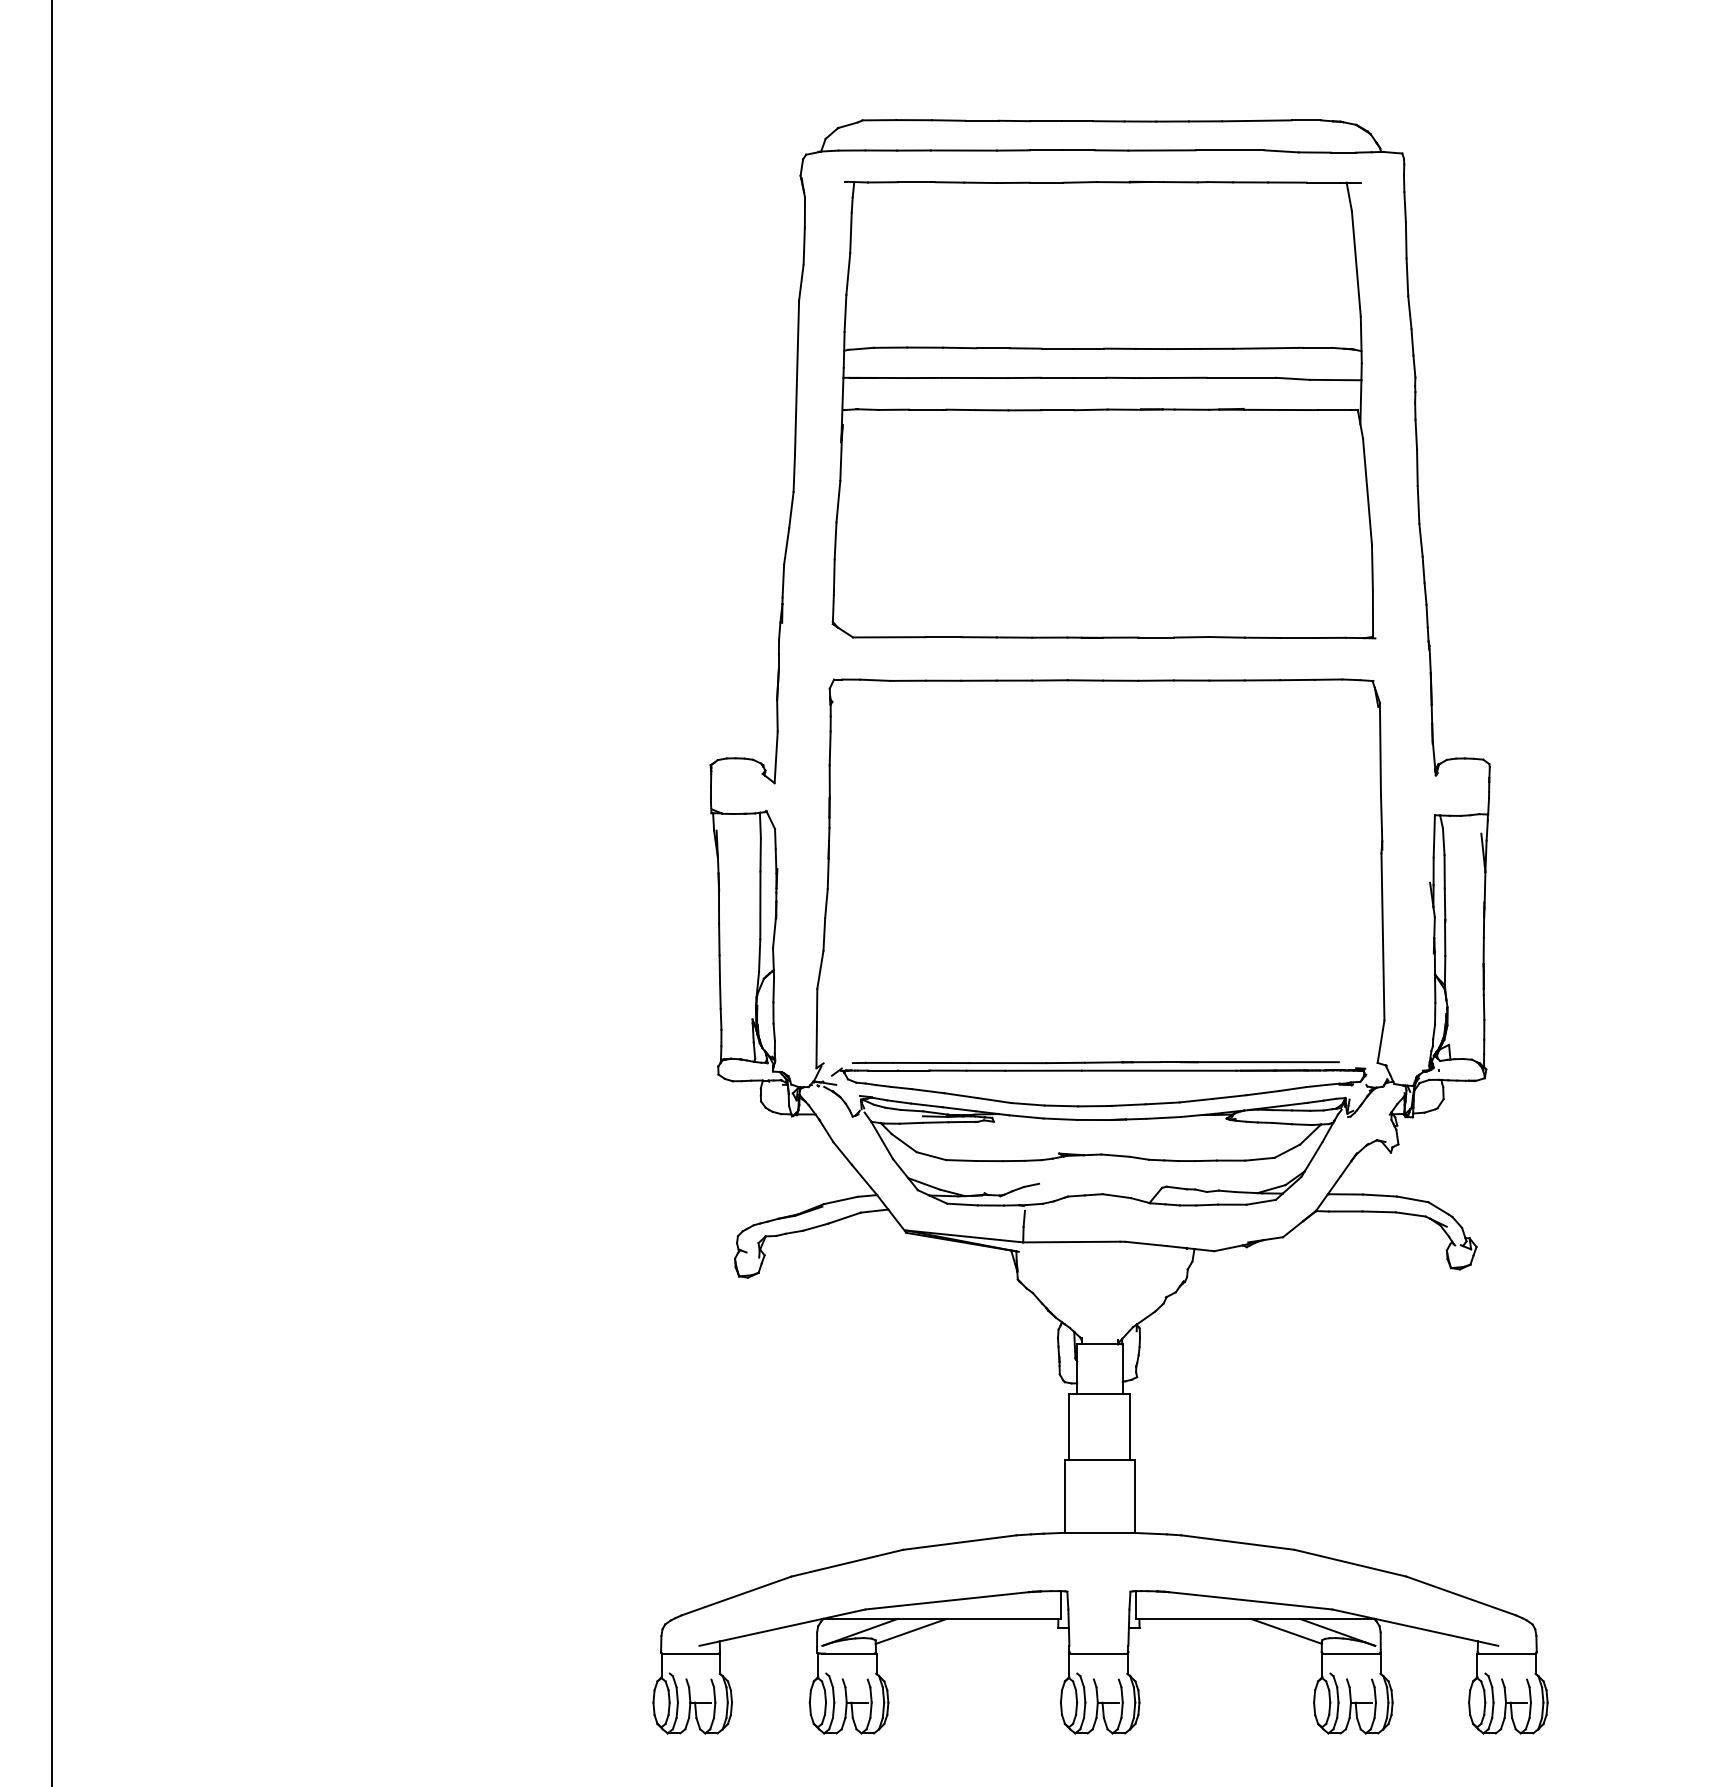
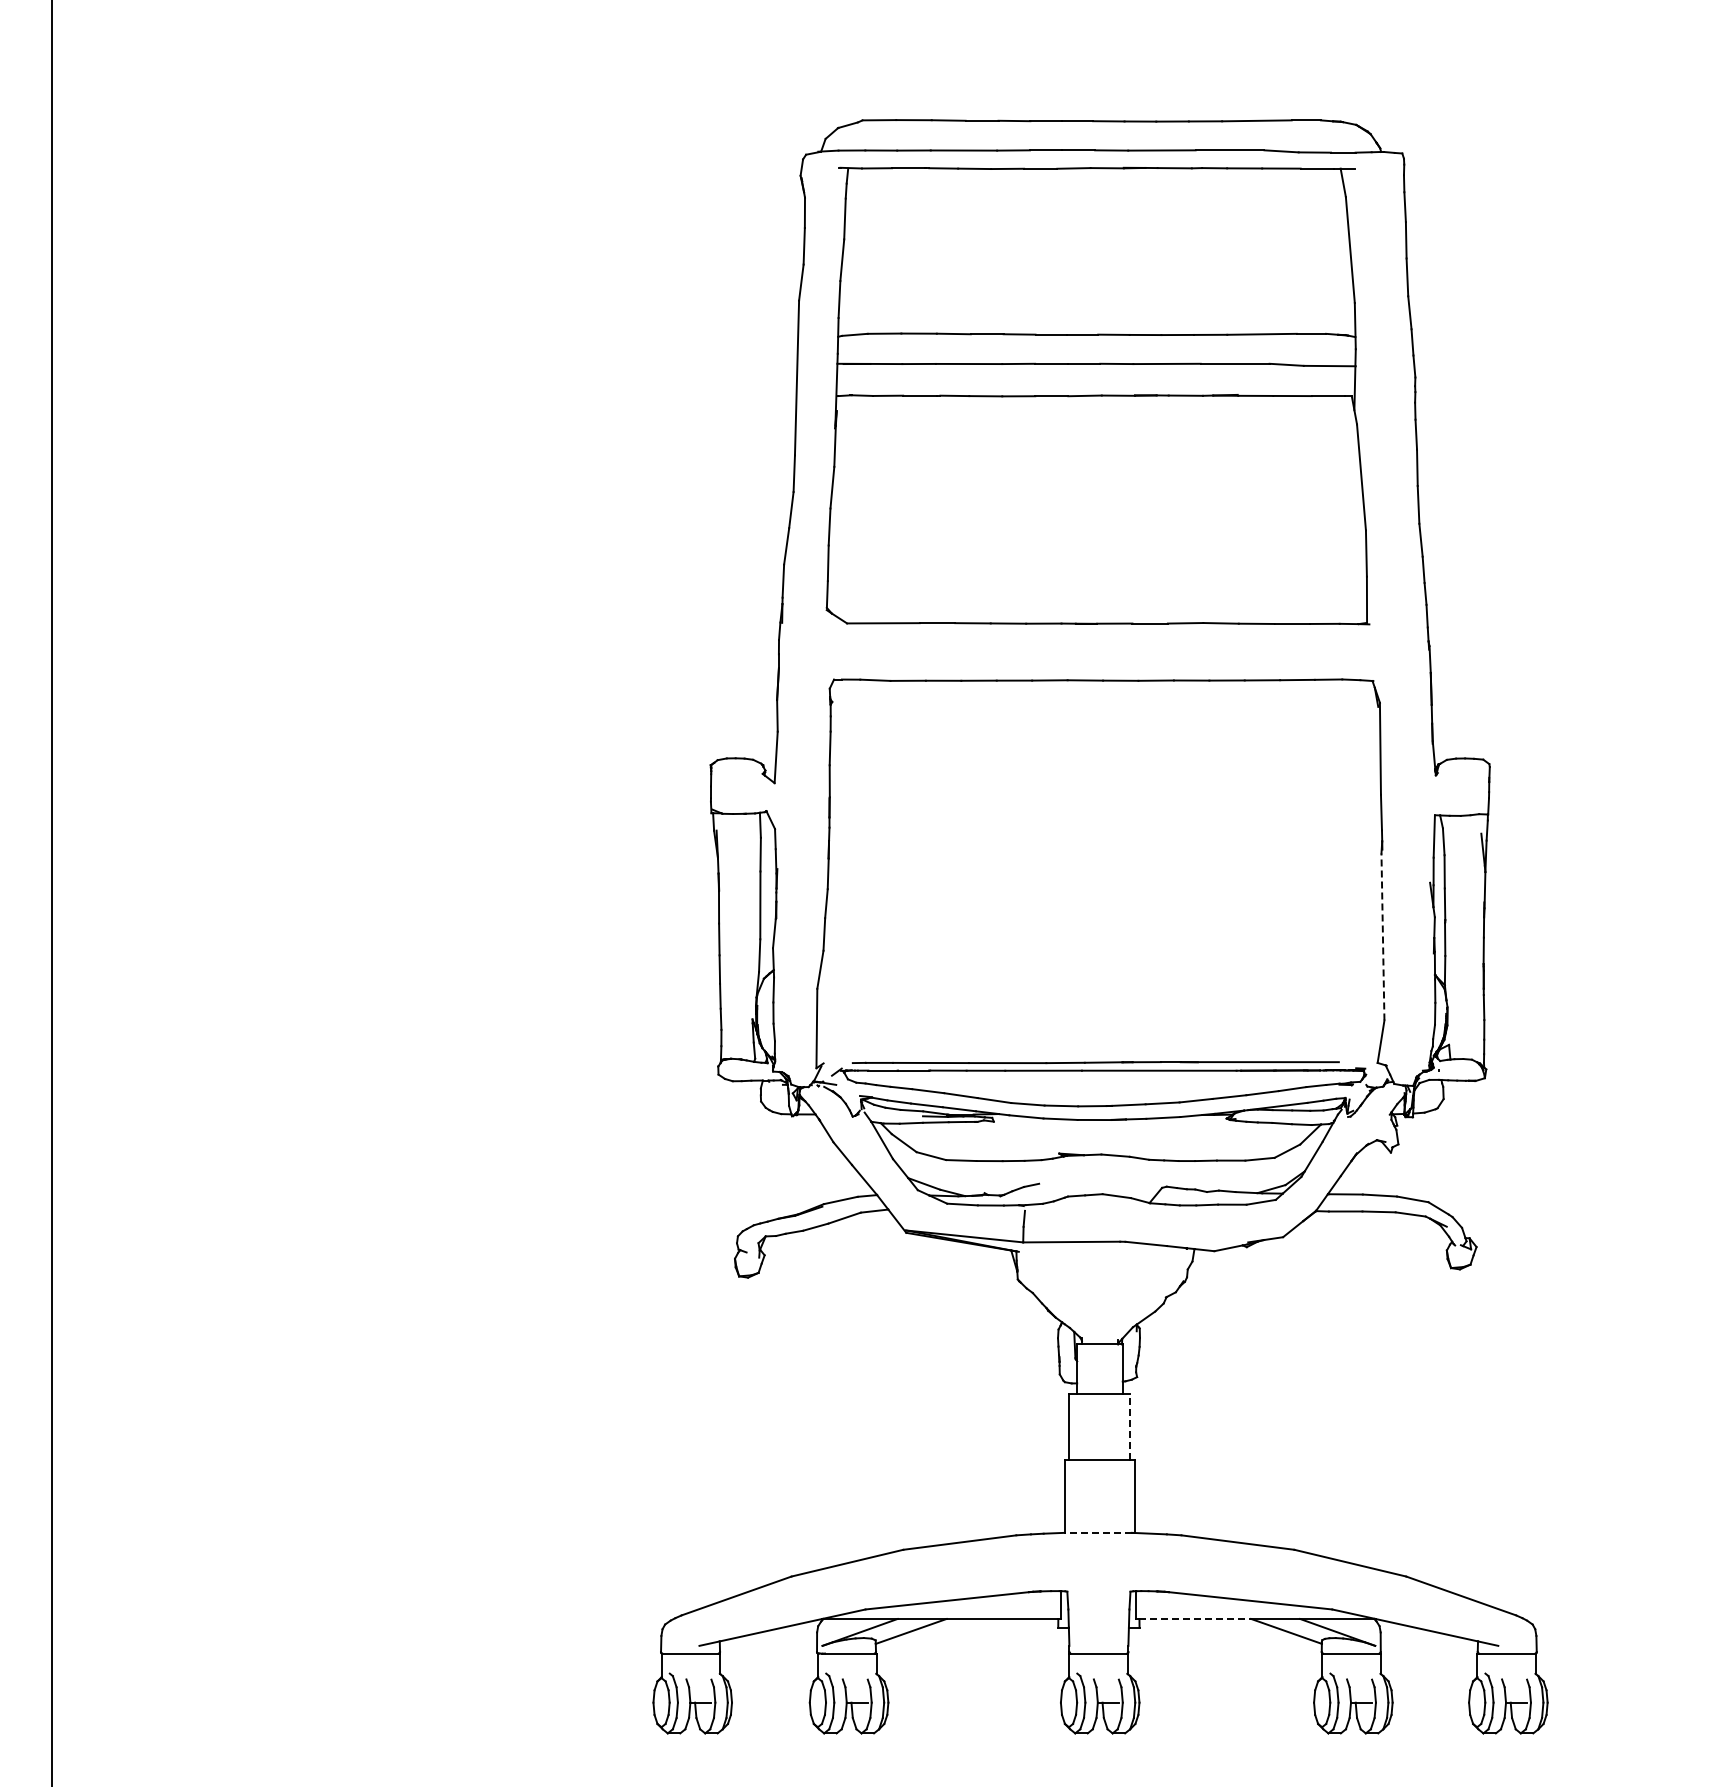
part at (1103, 409) position: (1103, 409) -> (1097, 395)
line at (1382, 936): solid -> dashed
line at (1130, 1426): solid -> dashed
line at (1097, 1532): solid -> dashed
line at (1195, 1618): solid -> dashed
